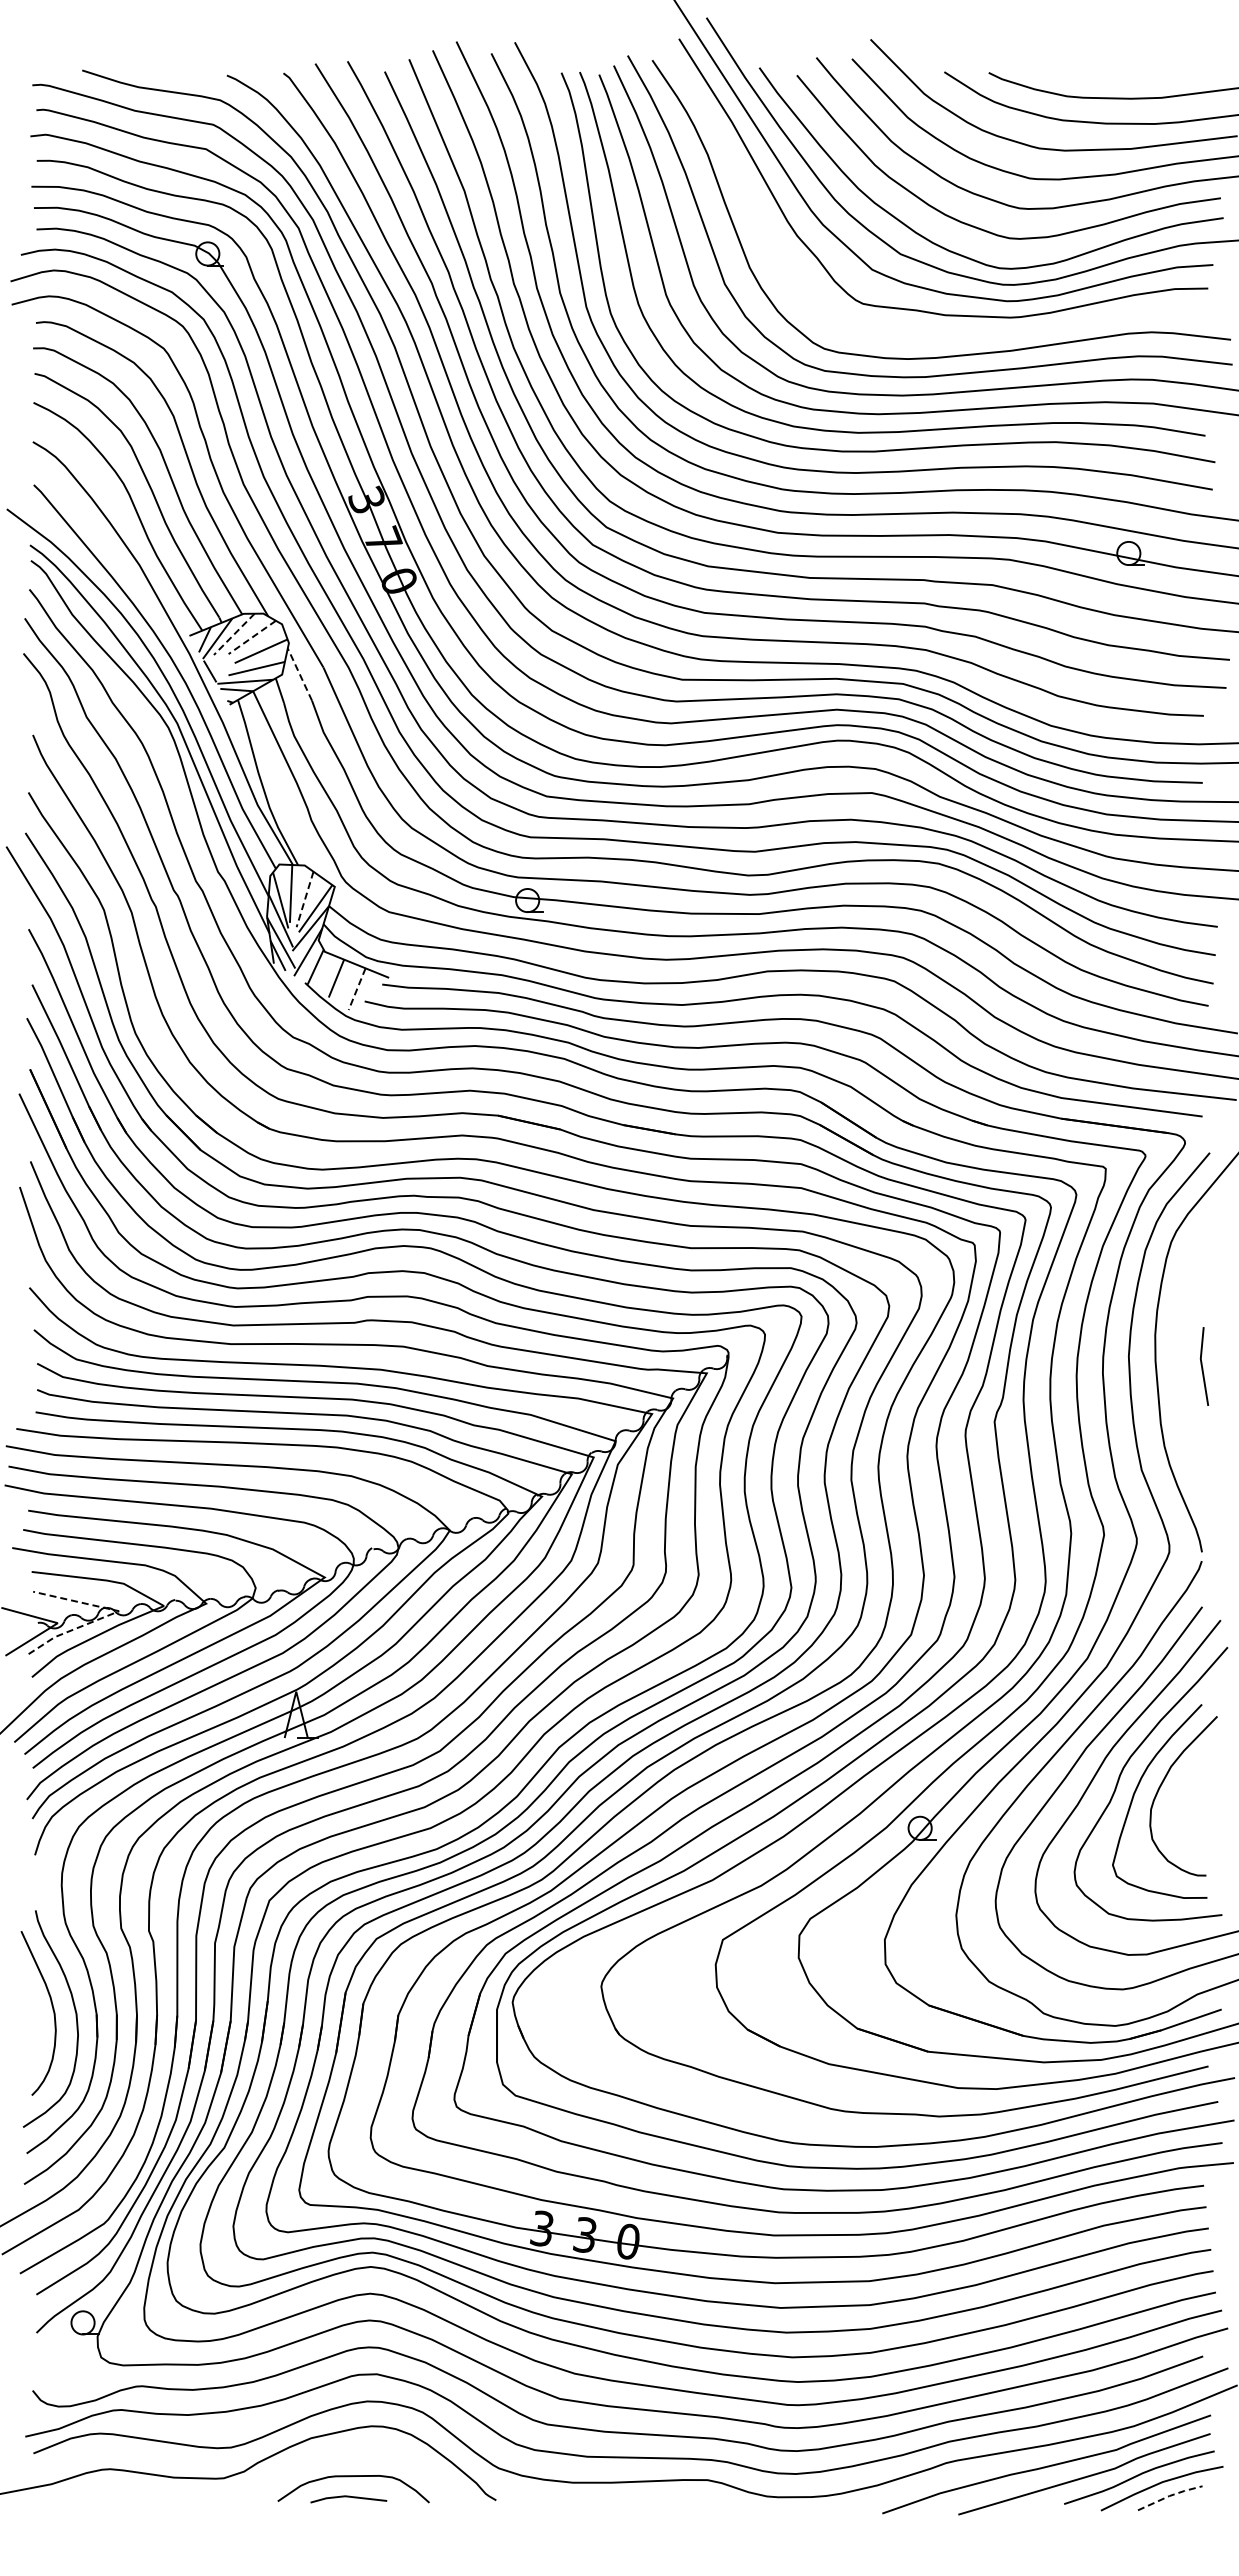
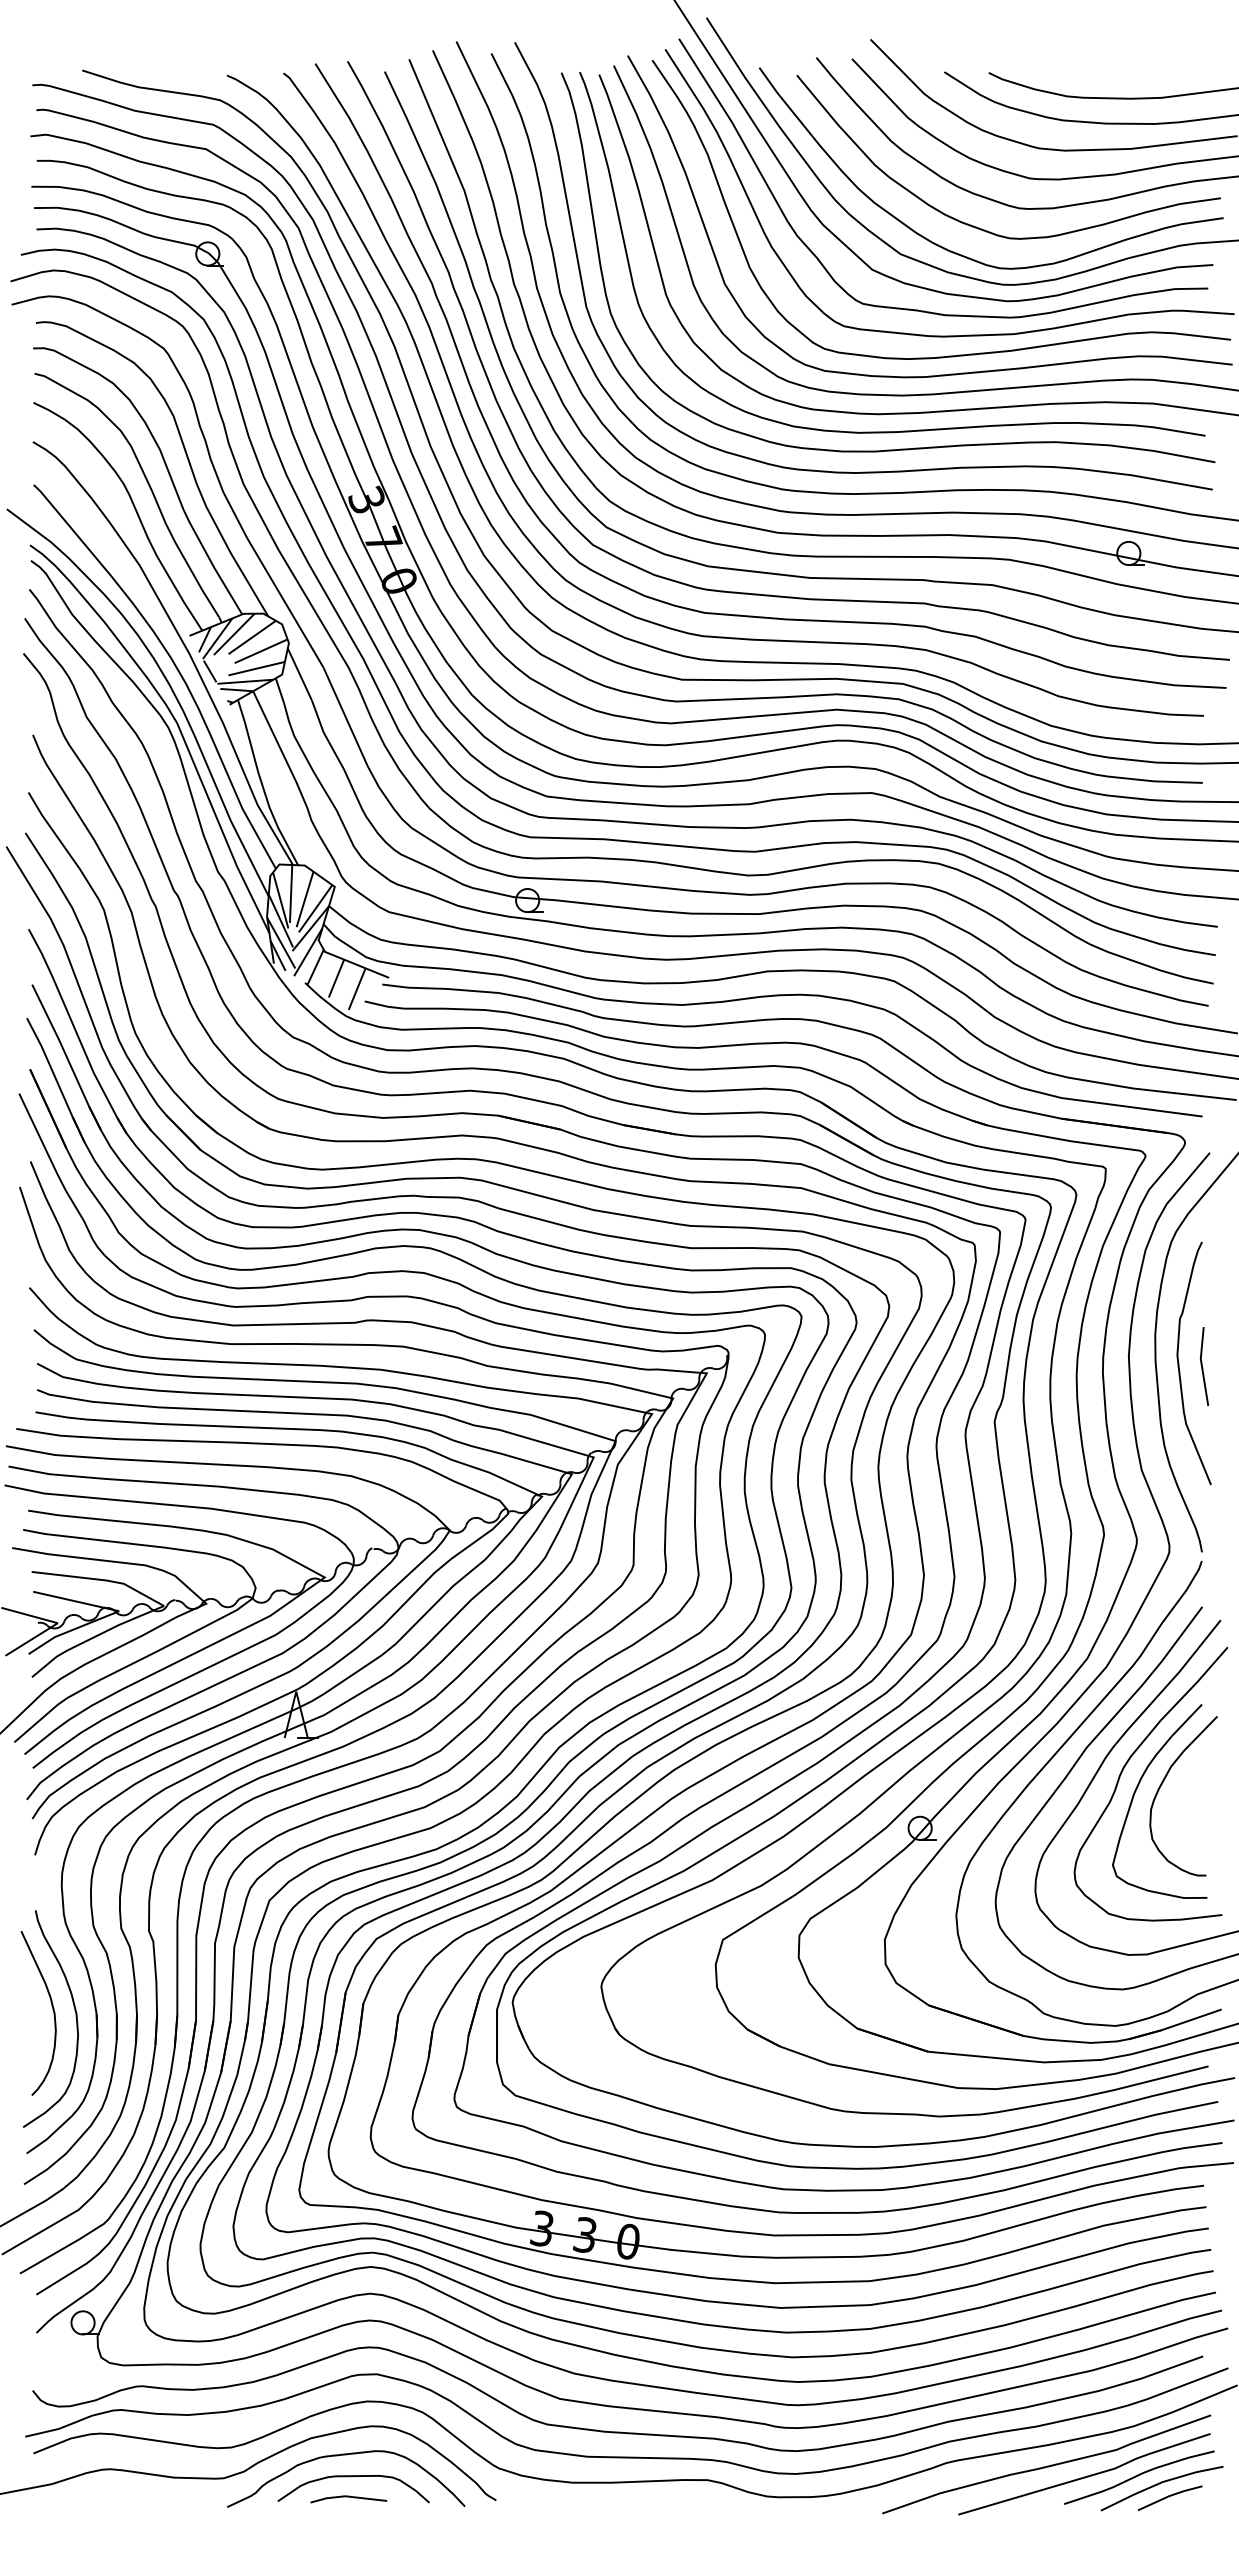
curve at (949, 335): none -> present
line at (234, 634): dashed -> solid
line at (252, 637): dashed -> solid
line at (299, 674): dashed -> solid
line at (305, 899): dashed -> solid
line at (356, 989): dashed -> solid
curve at (1179, 1363): none -> present
line at (113, 1613): dashed -> solid
curve at (346, 2455): none -> present
line at (1169, 2496): dashed -> solid
